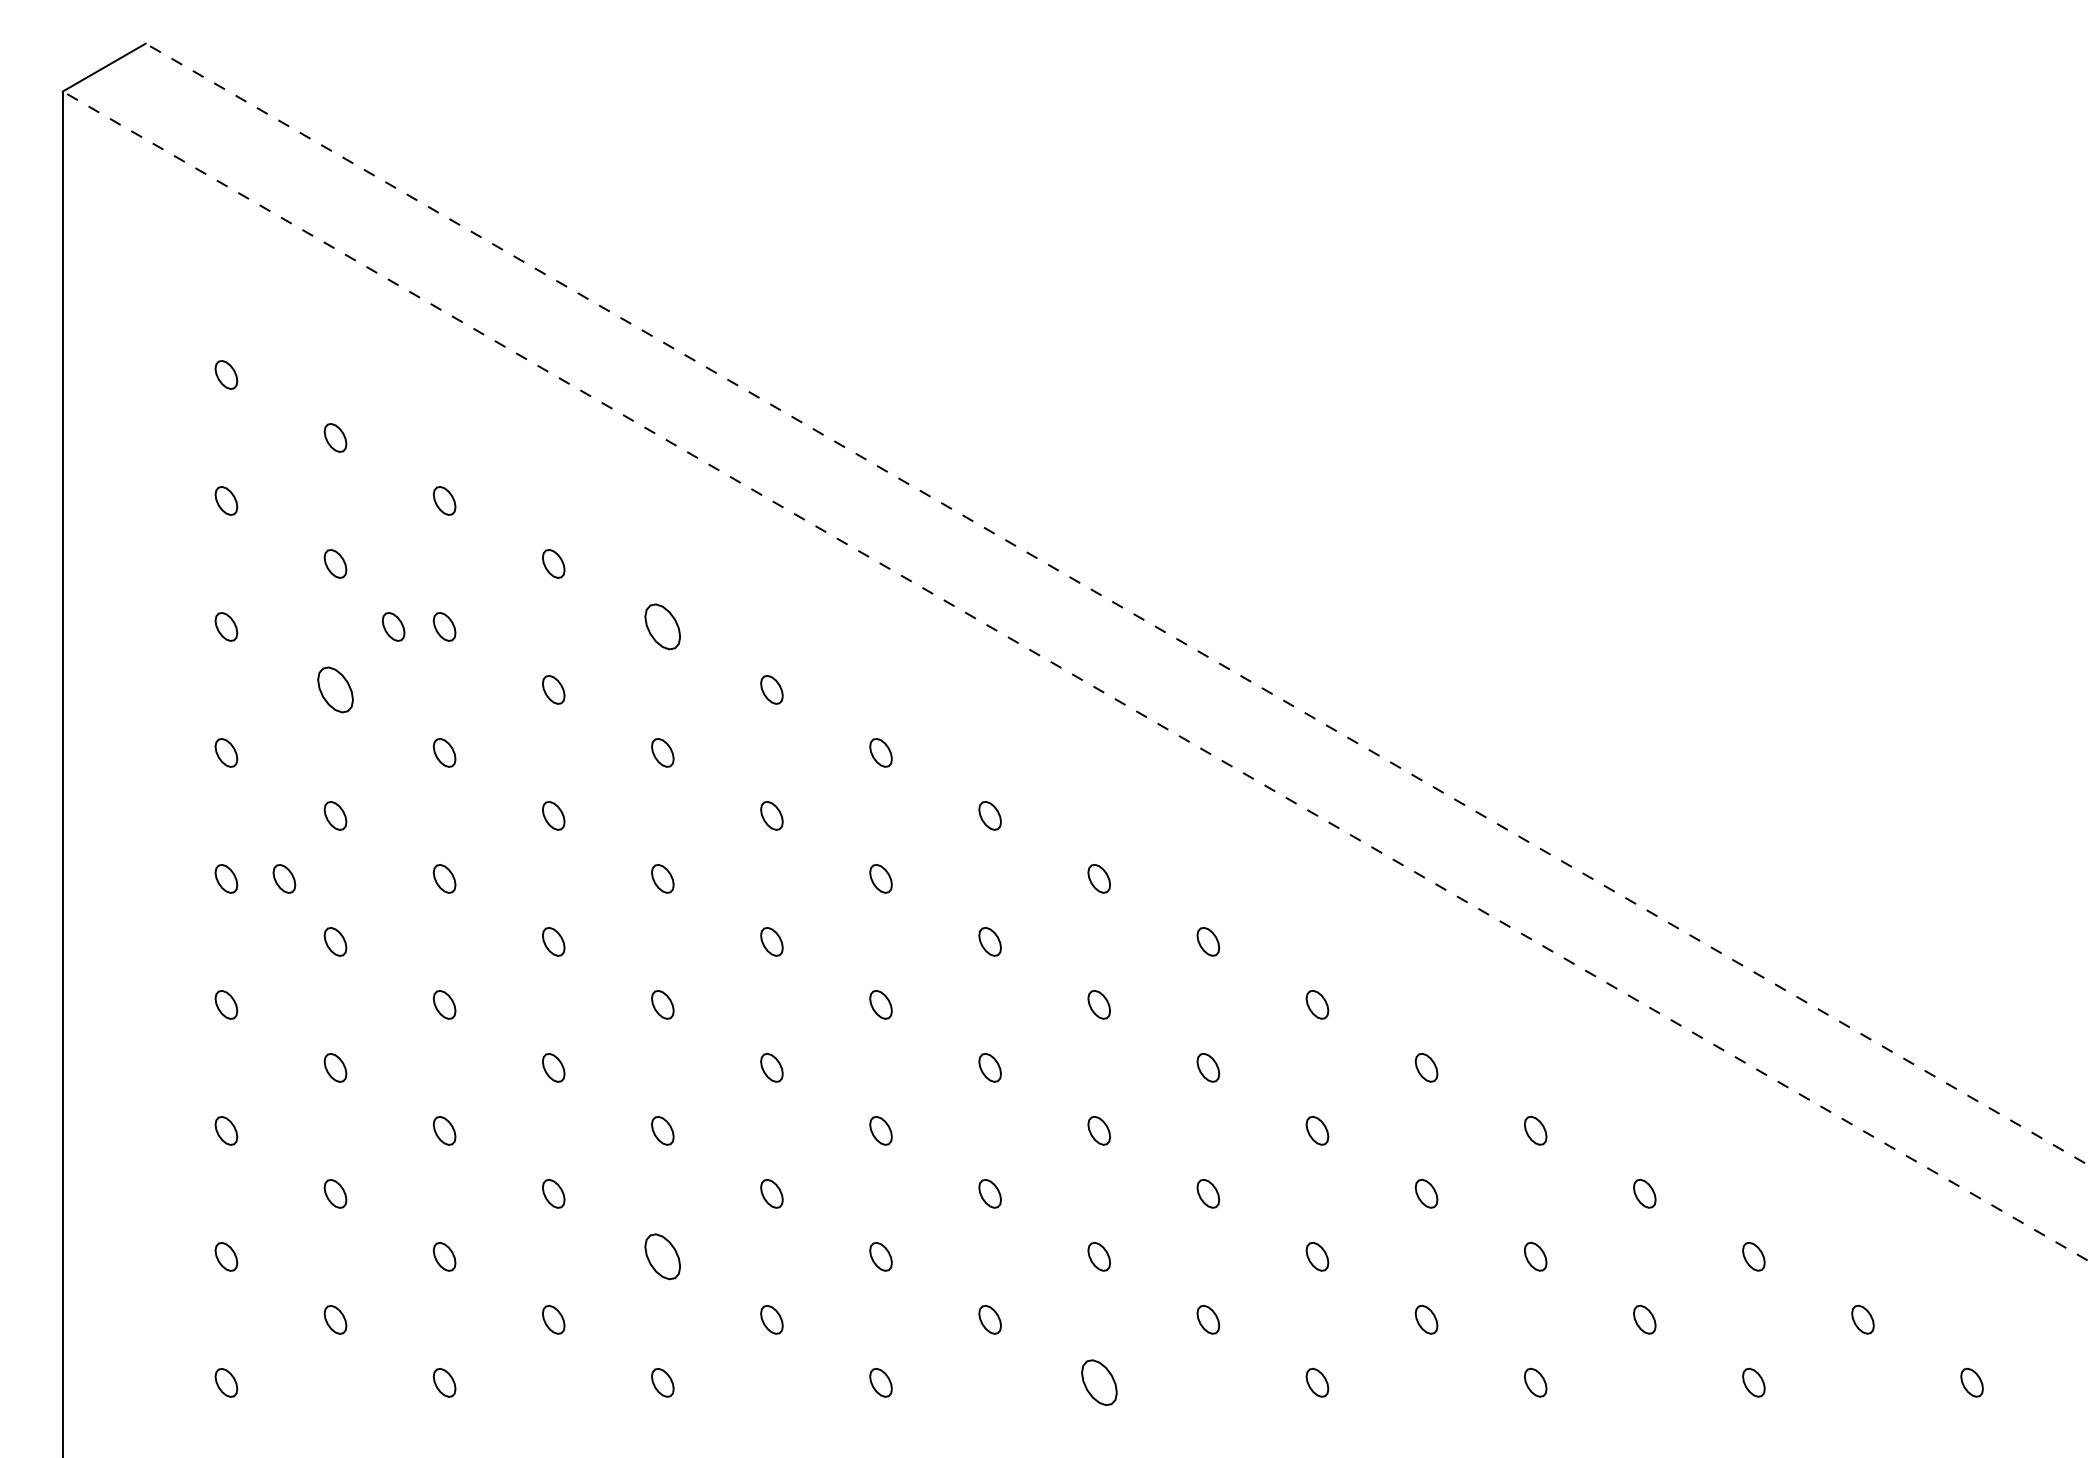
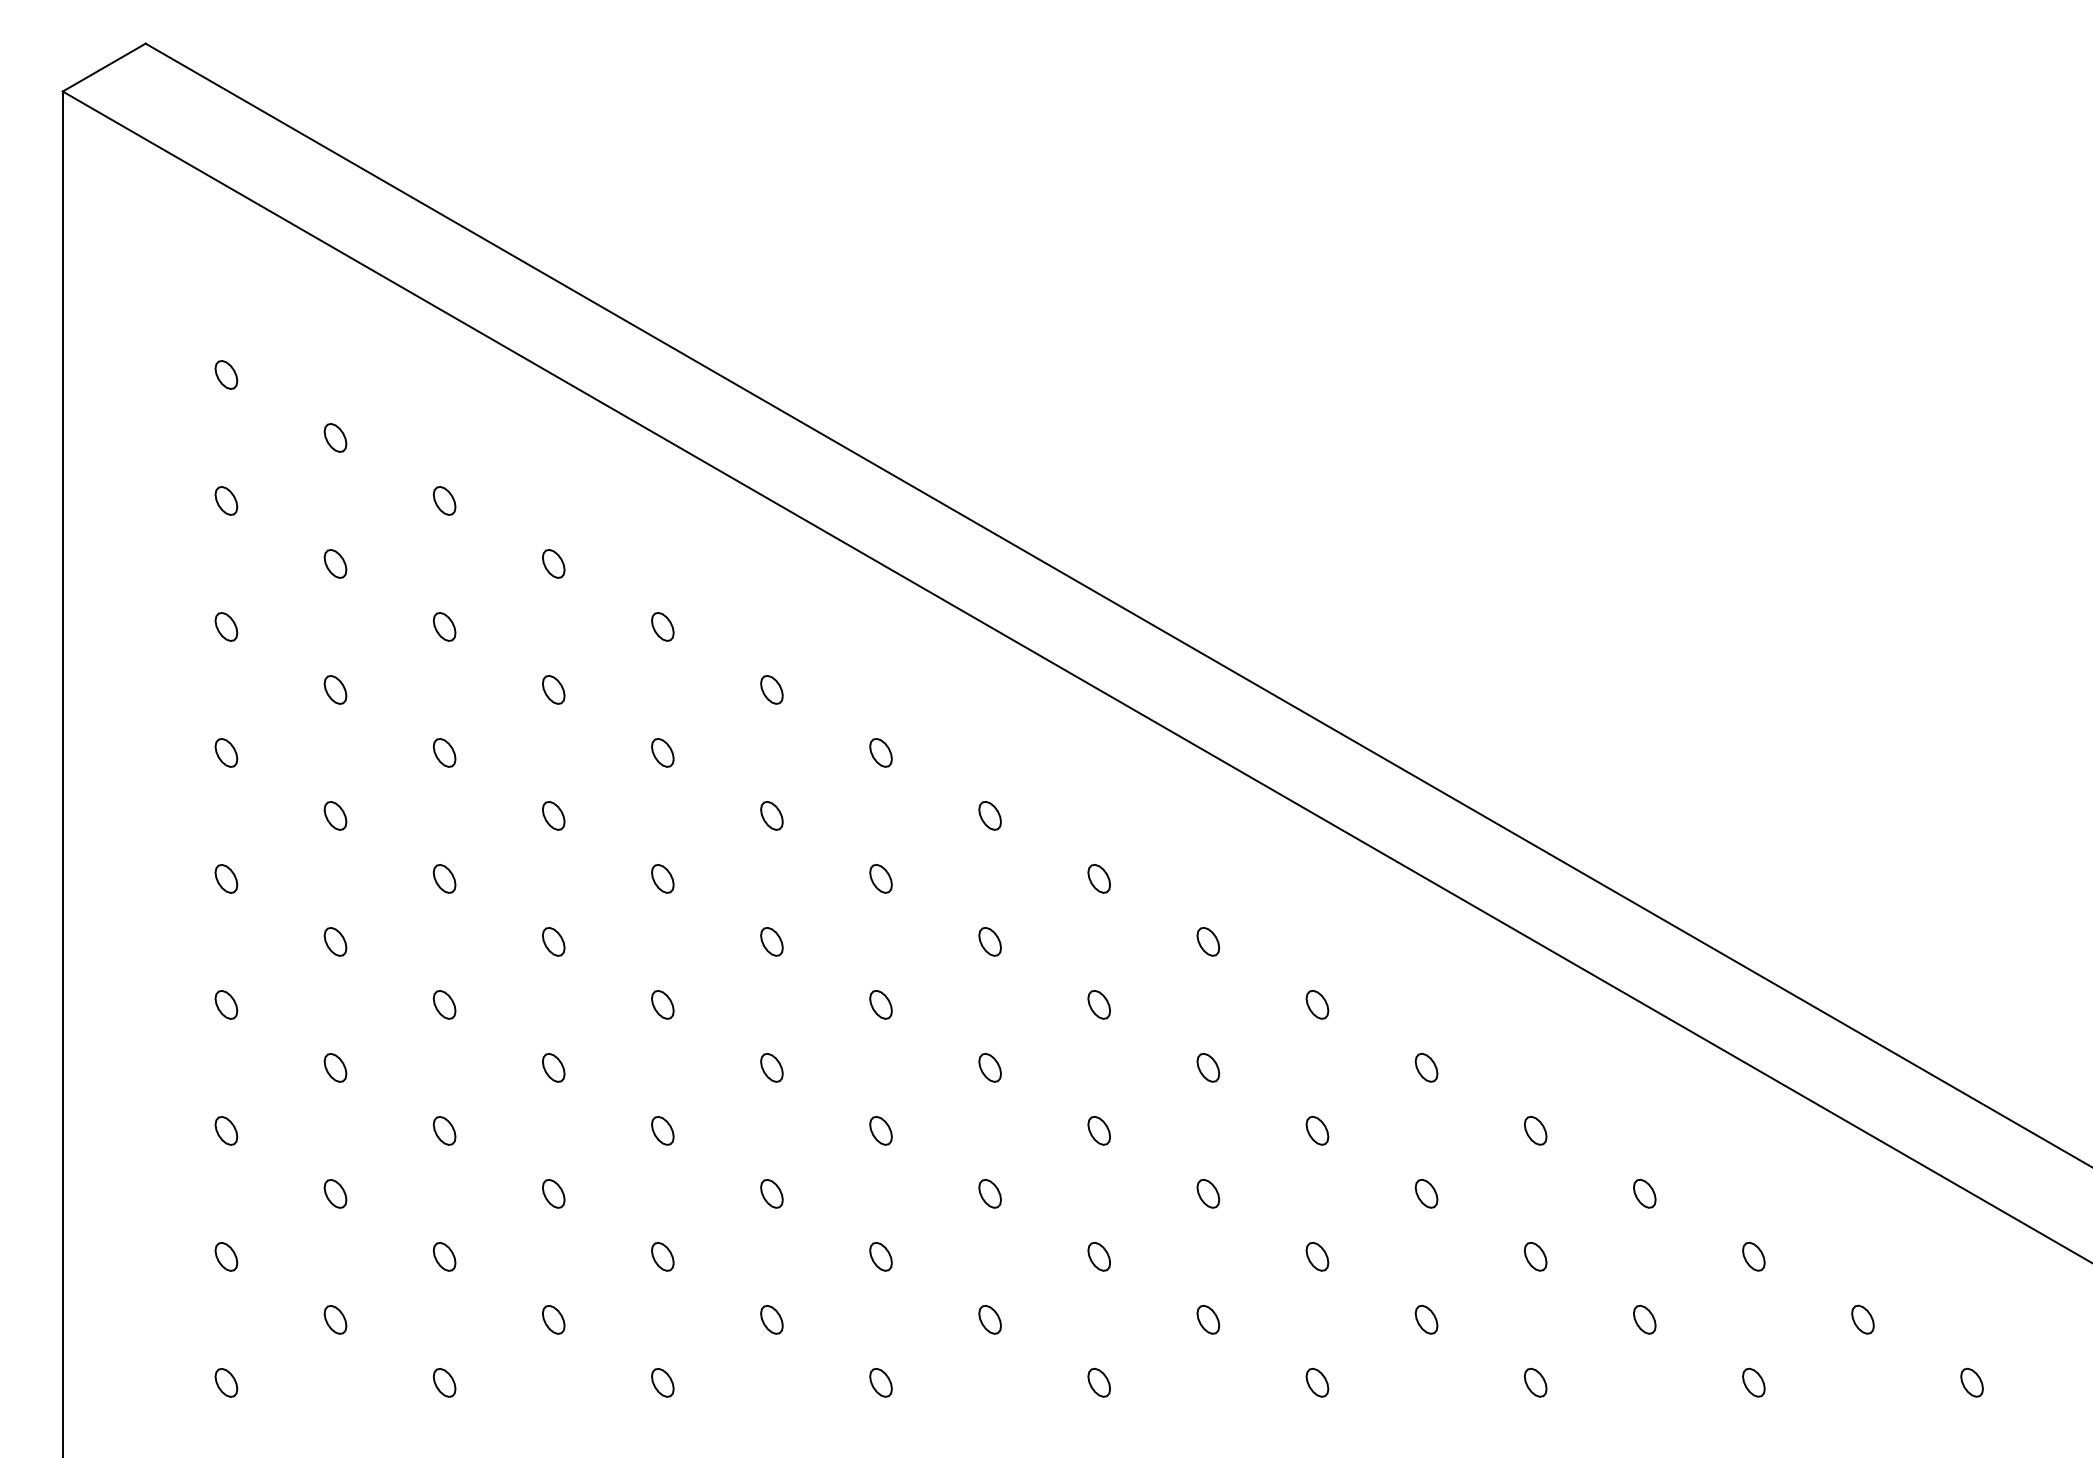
line at (1118, 605): dashed -> solid
part at (393, 626): present -> none
part at (662, 626) size: 37x48 px -> 24x30 px
line at (1077, 677): dashed -> solid
part at (335, 689) size: 37x48 px -> 25x30 px
part at (284, 878): present -> none
part at (662, 1256) size: 37x48 px -> 24x30 px
part at (1099, 1382) size: 37x47 px -> 24x30 px
